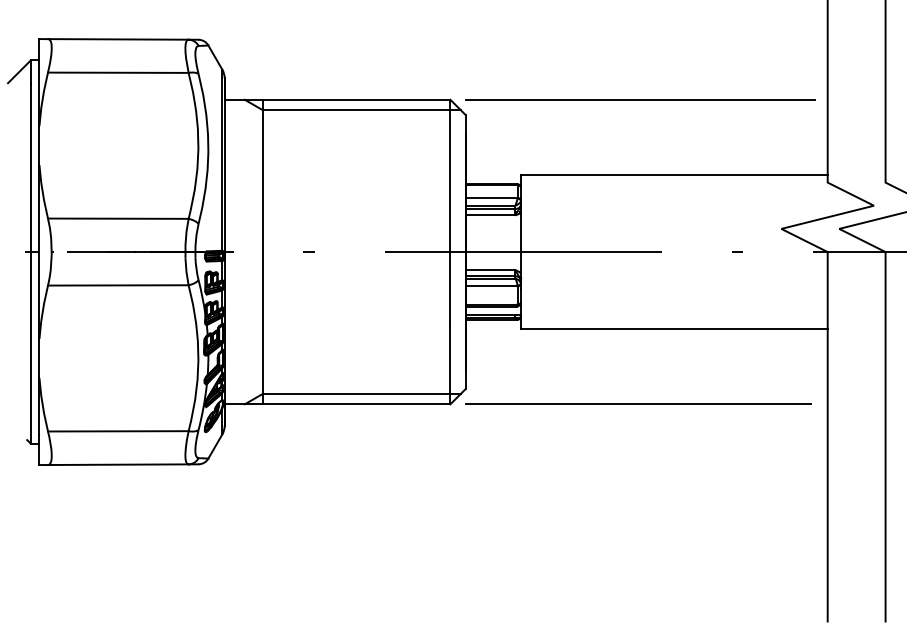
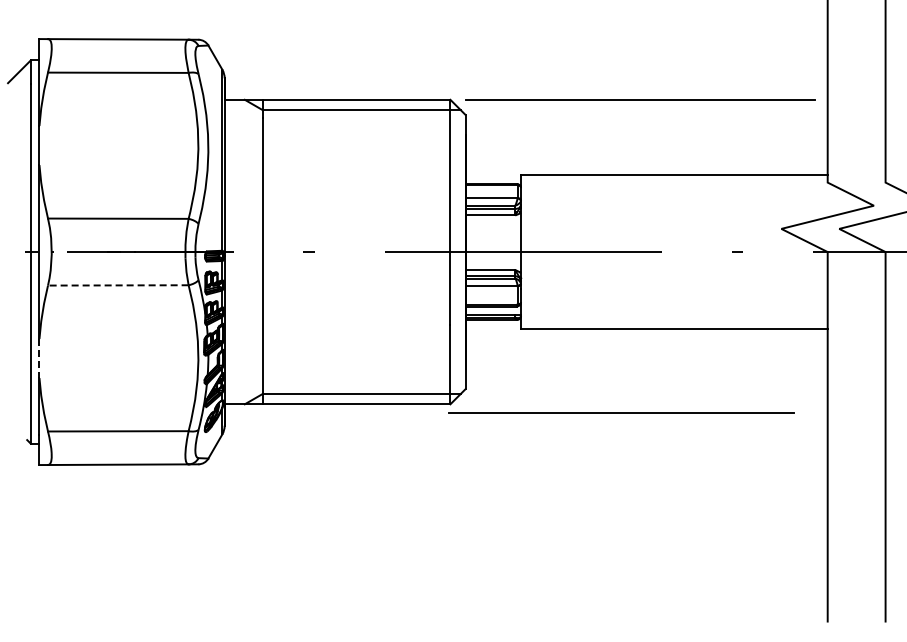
line at (117, 285): solid -> dashed
line at (39, 358): solid -> dashed
line at (638, 403) position: (638, 403) -> (621, 412)
